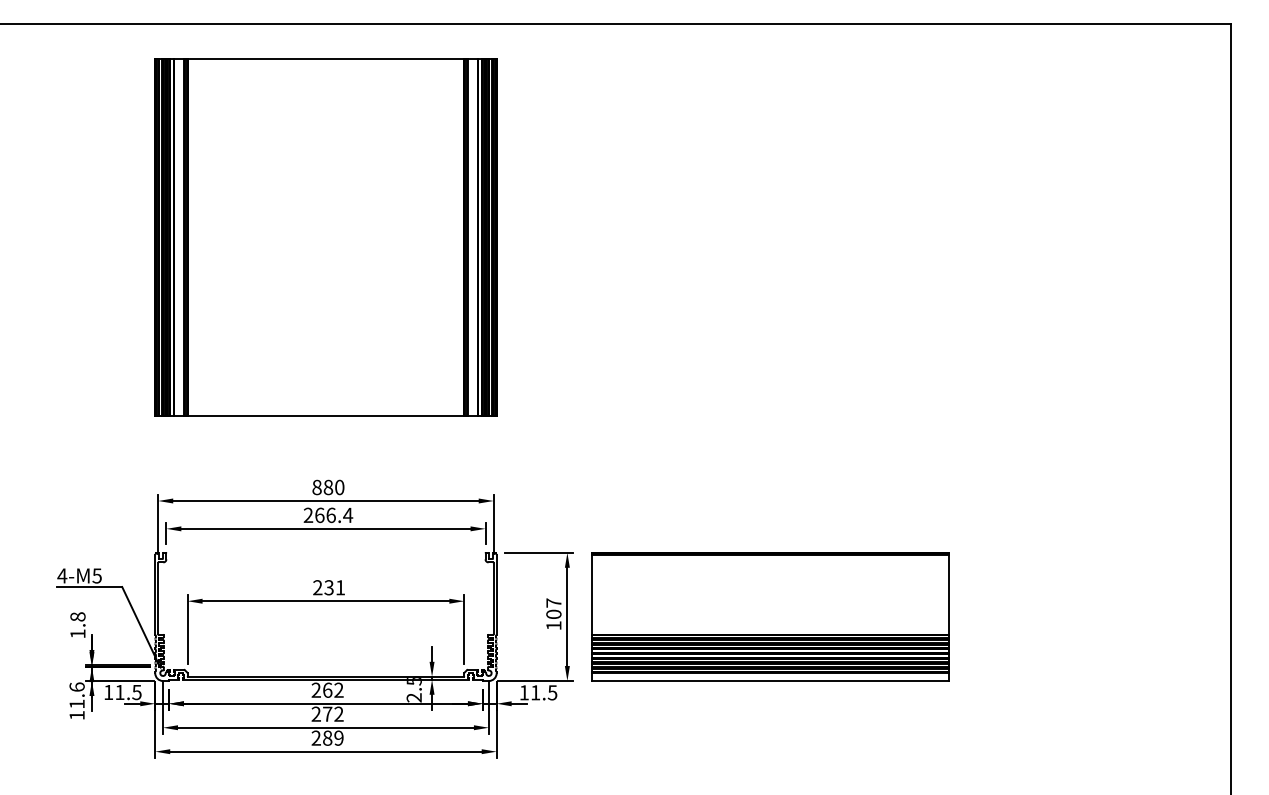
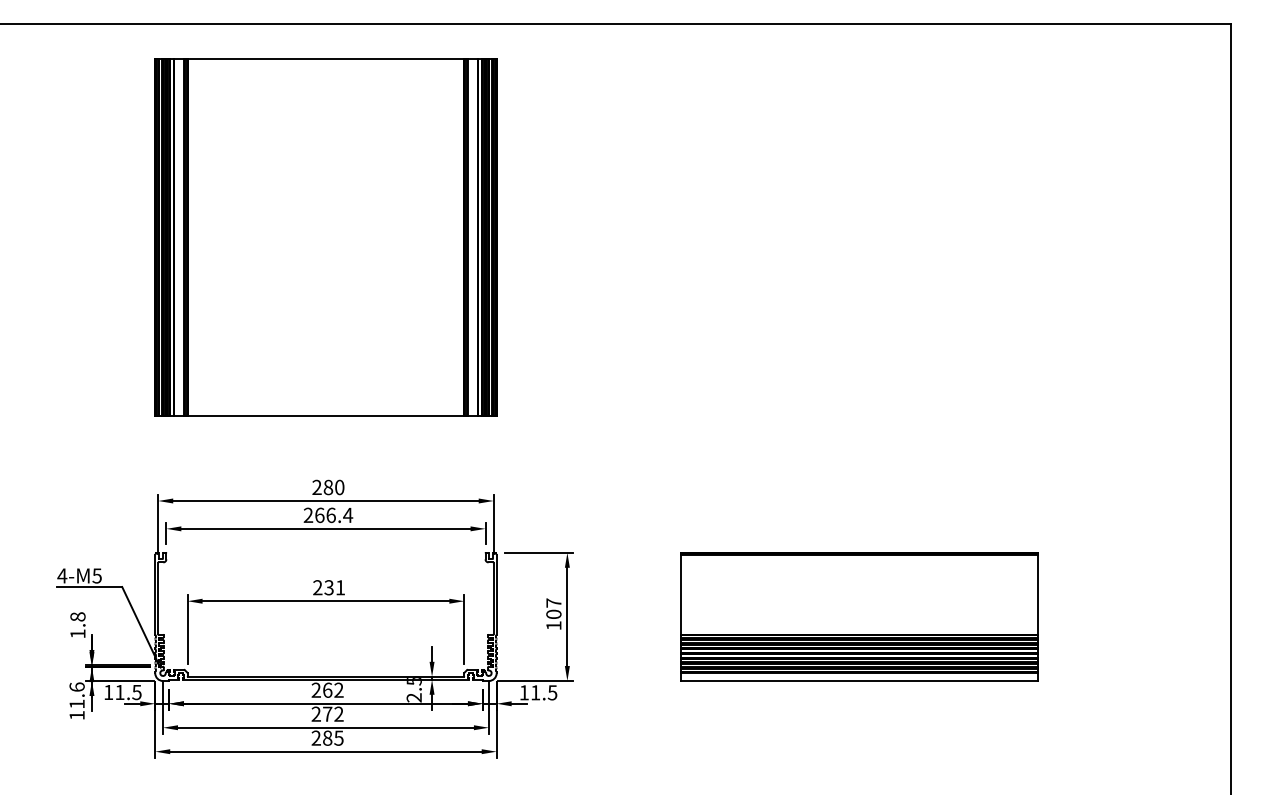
text at (316, 487): 880 -> 280
part at (770, 616) position: (770, 616) -> (859, 616)
text at (338, 737): 289 -> 285
